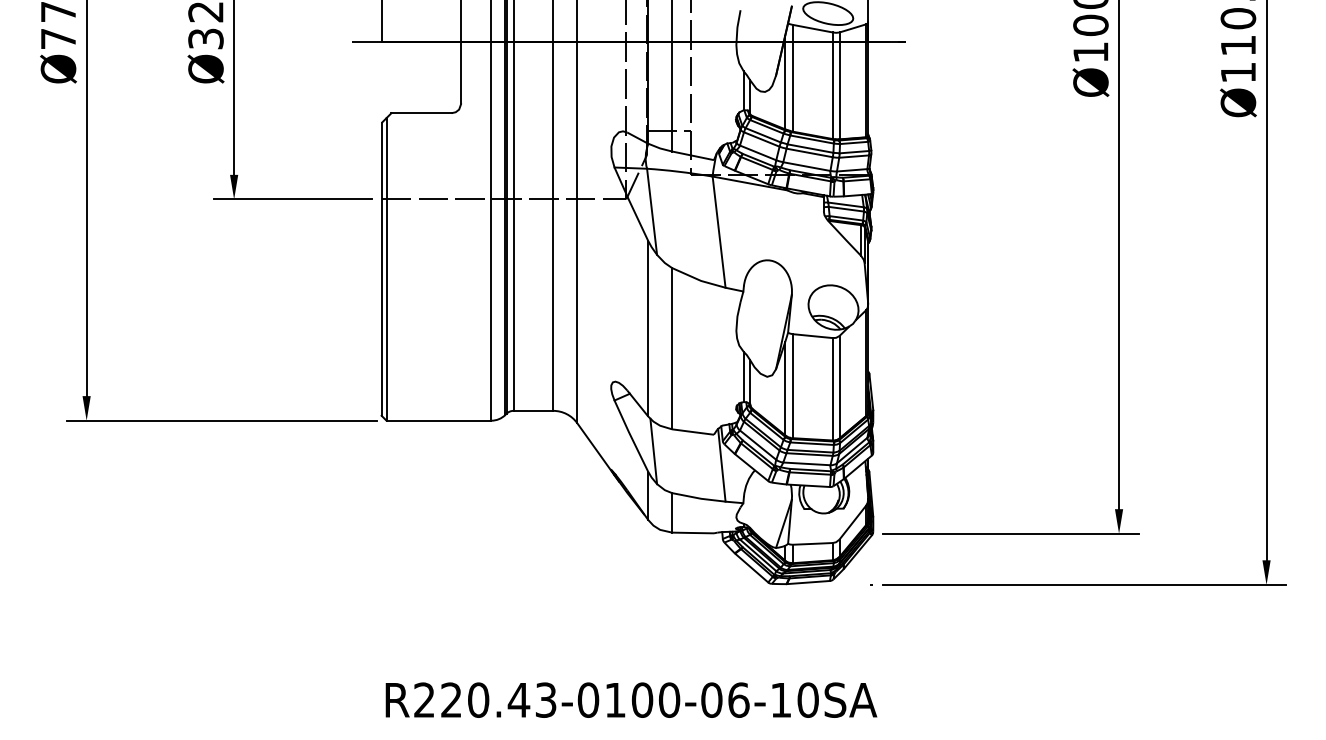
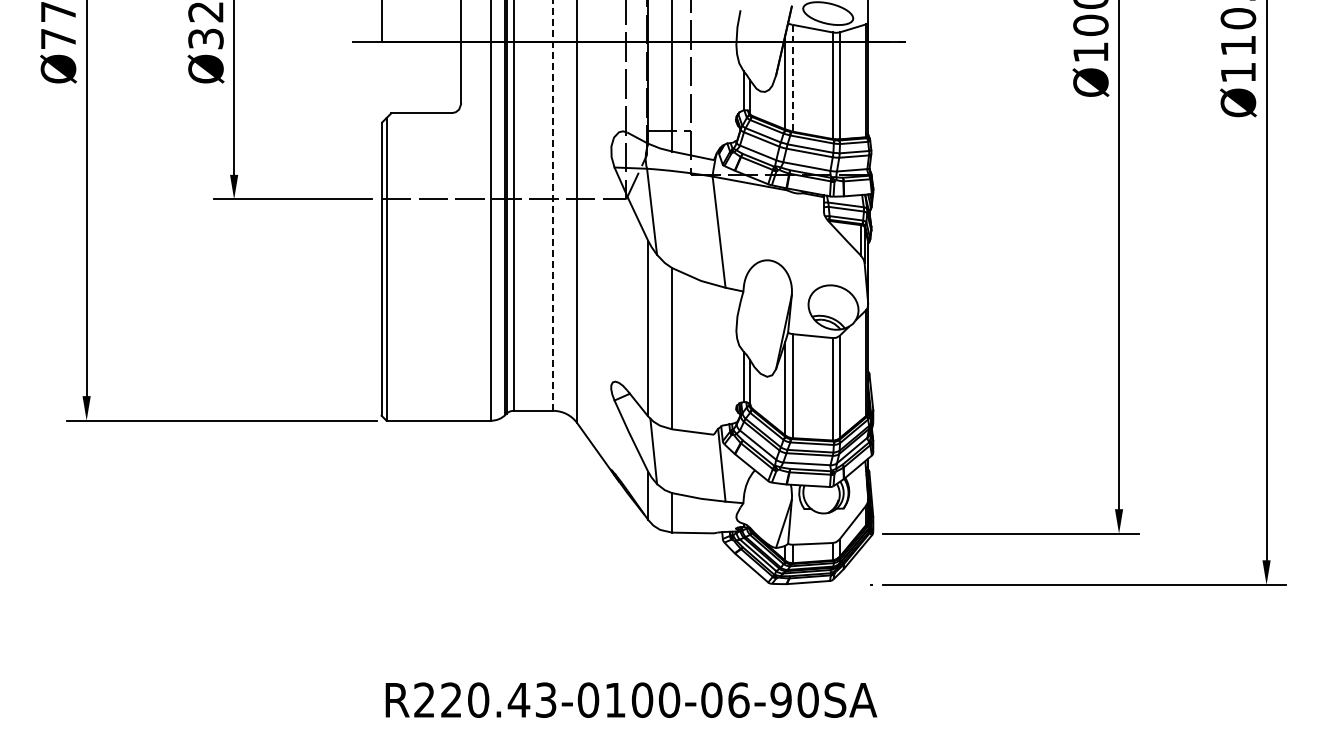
line at (792, 78): solid -> dashed
line at (553, 205): solid -> dashed
text at (780, 699): R220.43-0100-06-10SA -> R220.43-0100-06-90SA
